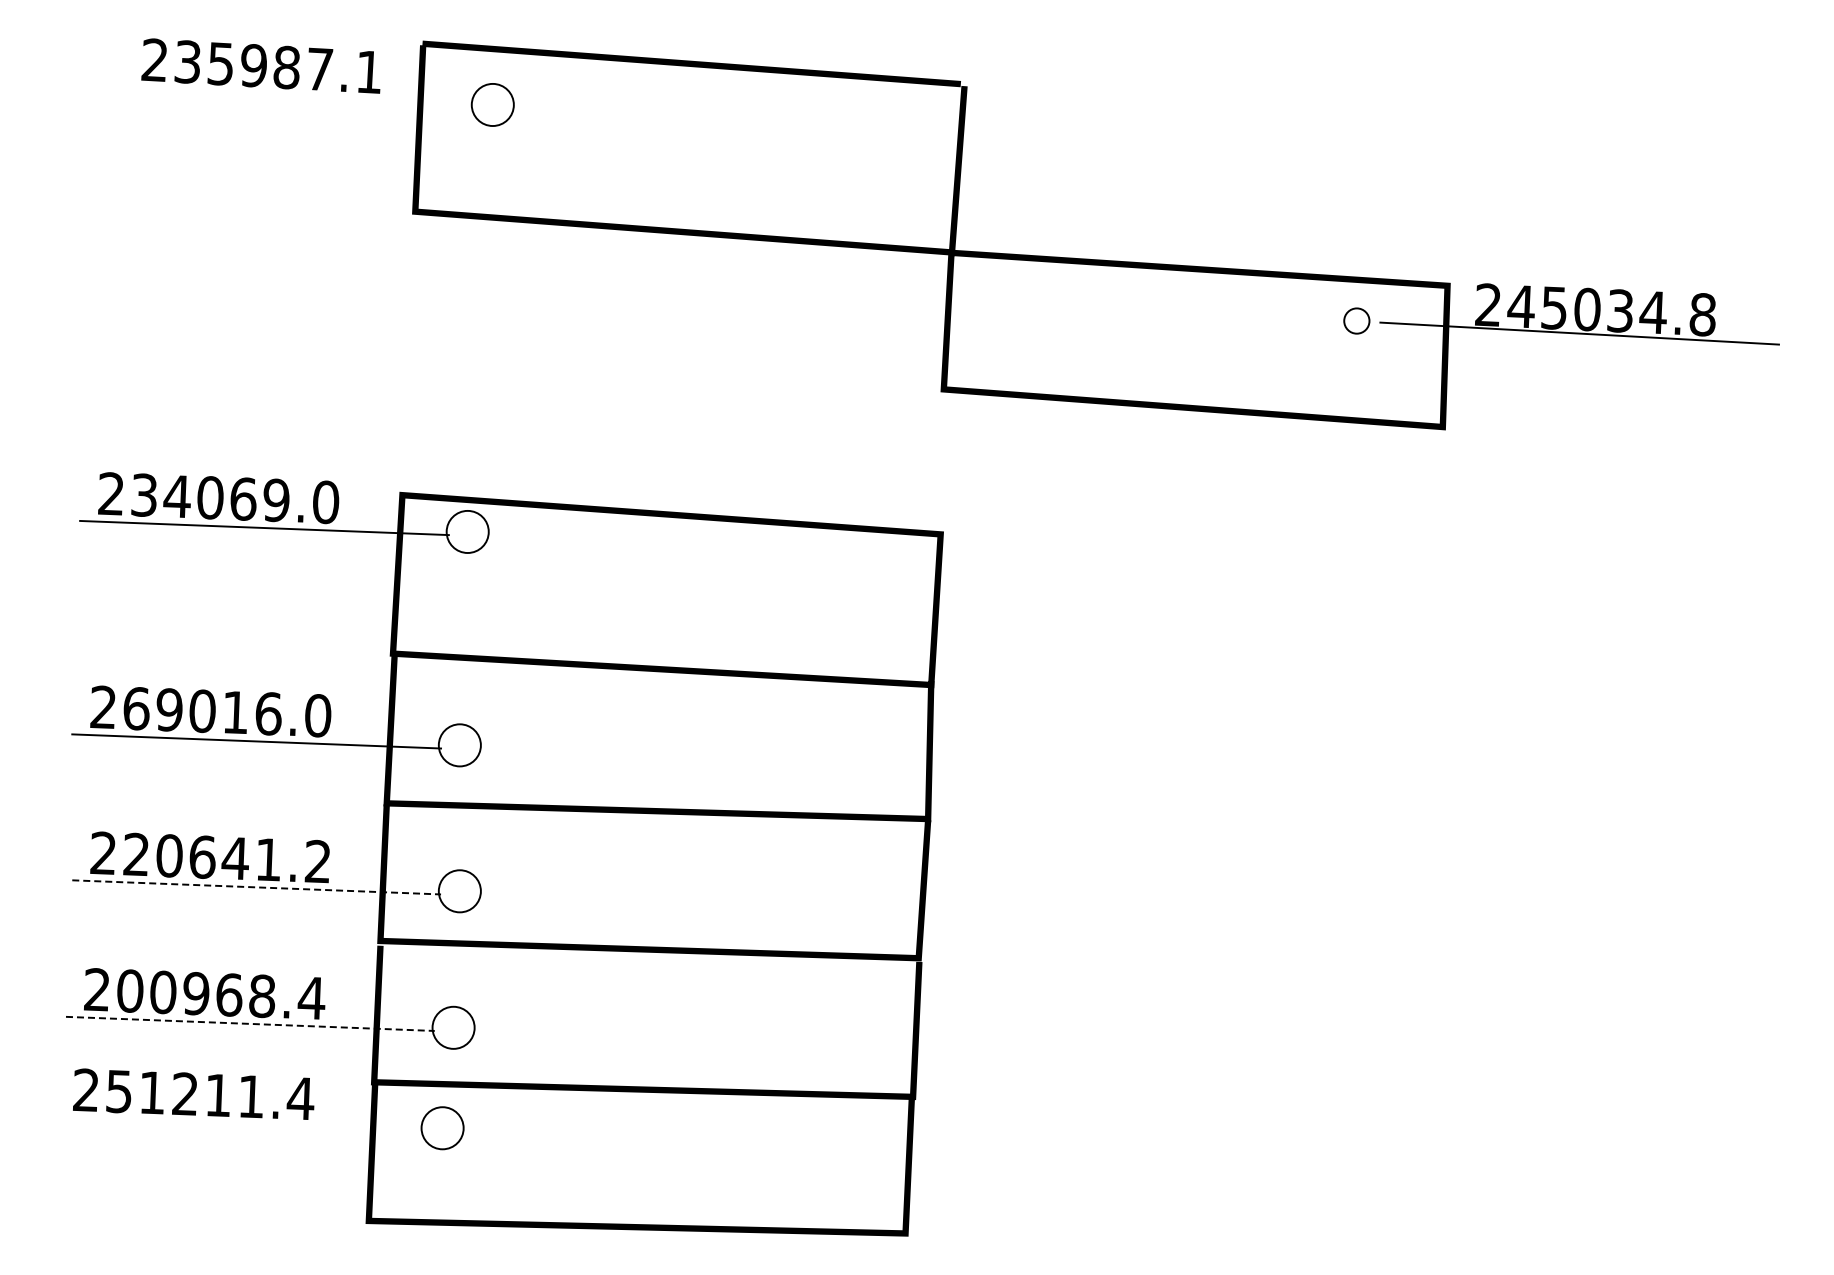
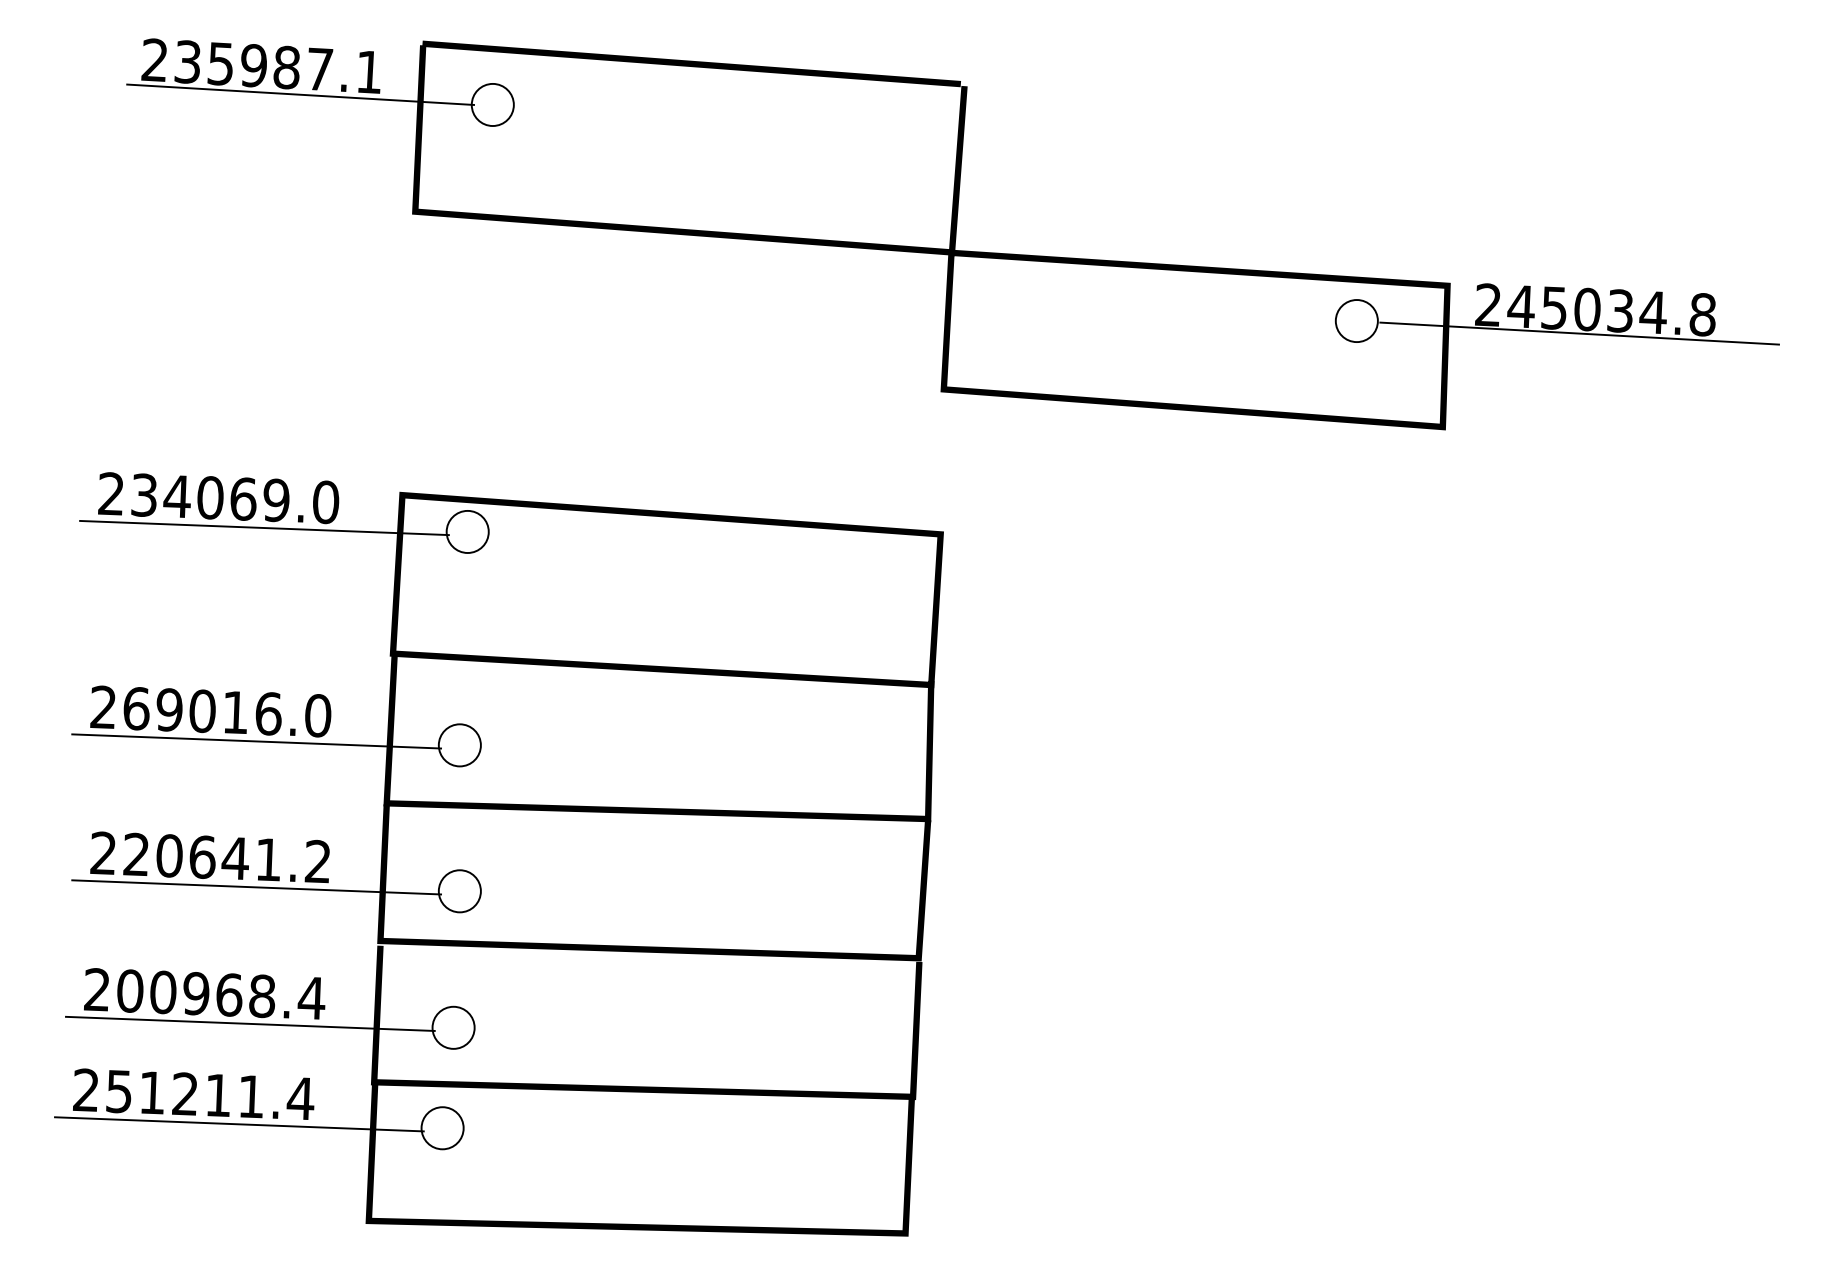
line at (300, 94): none -> present
circle at (1356, 320) diameter: 25 px -> 42 px
line at (256, 887): dashed -> solid
line at (250, 1023): dashed -> solid
line at (239, 1124): none -> present
